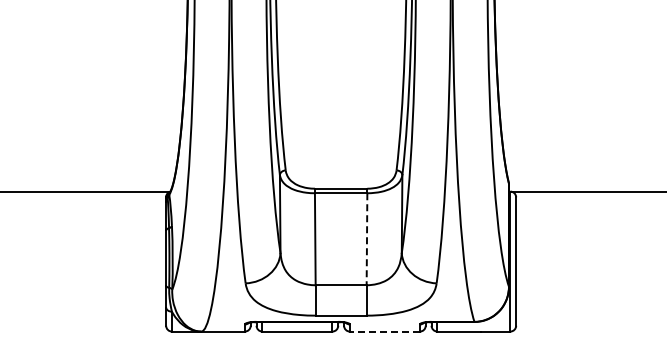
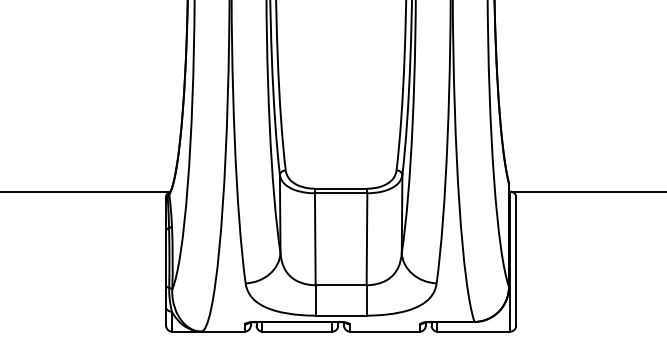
line at (366, 239): dashed -> solid
line at (384, 331): dashed -> solid
